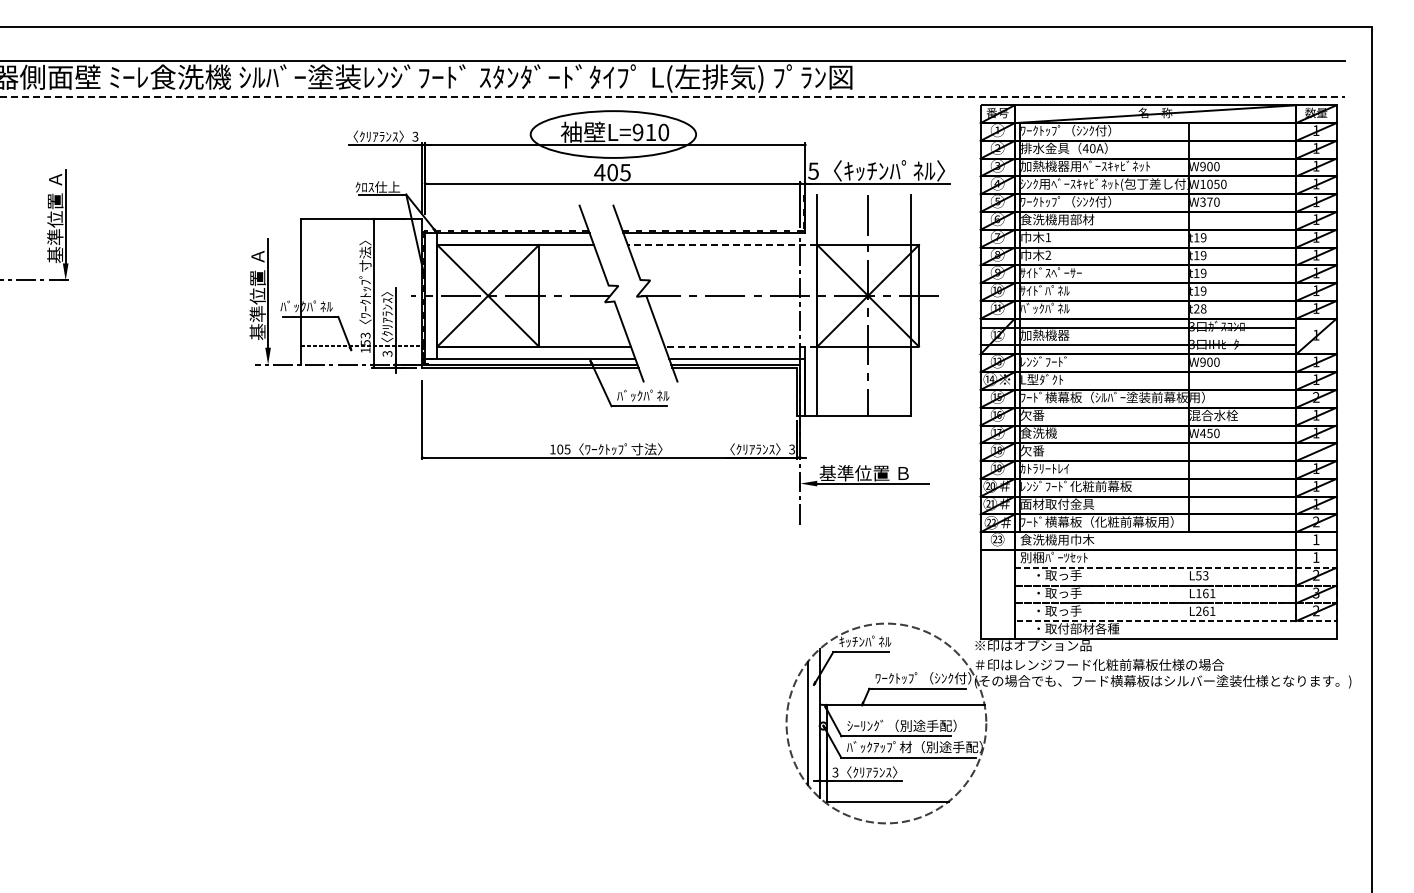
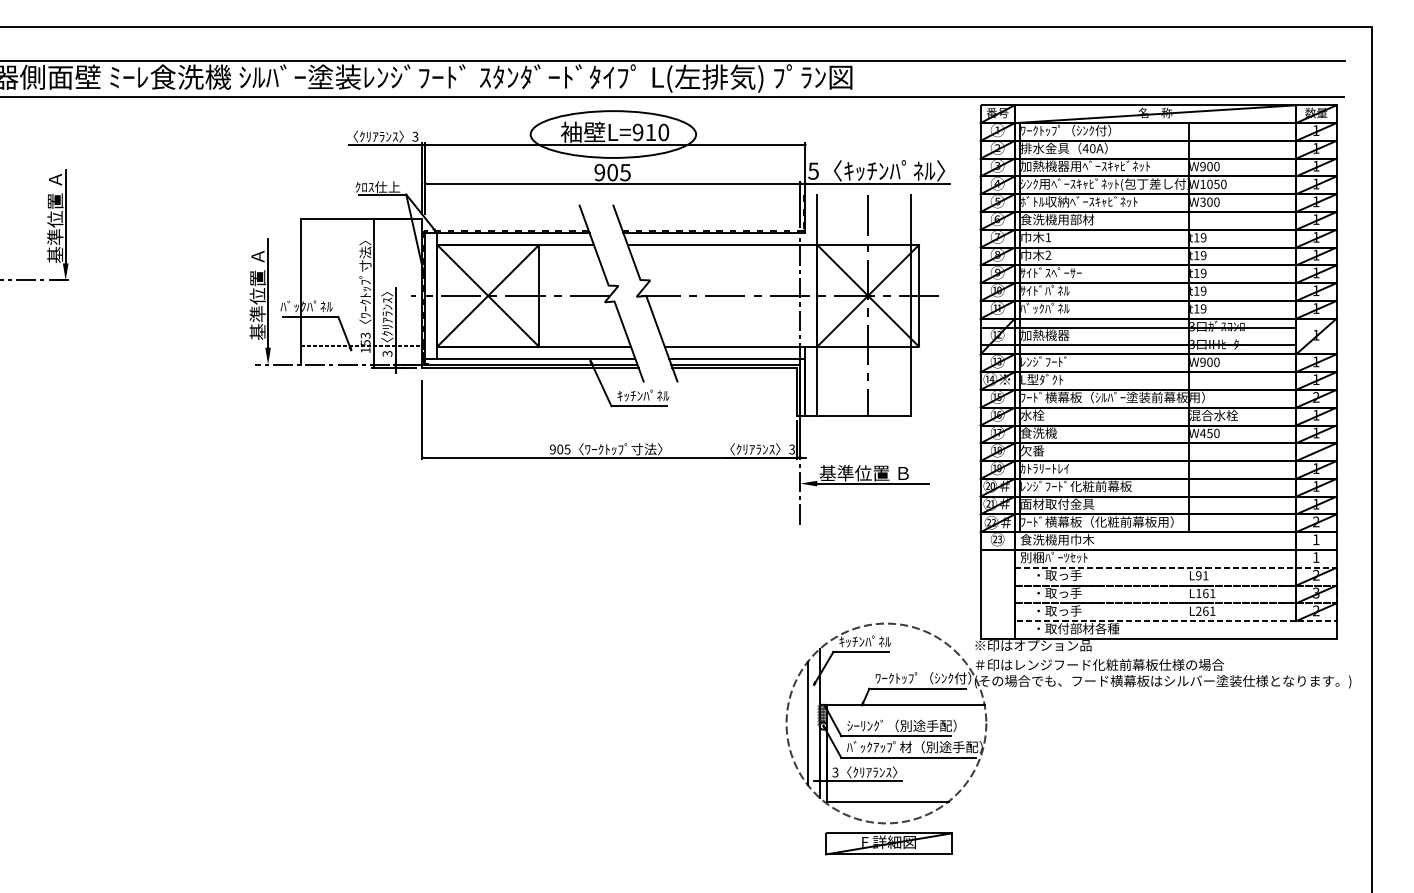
line at (673, 97): dashed -> solid
text at (599, 172): 405 -> 905
text at (1079, 201): ﾜｰｸﾄｯﾌﾟ（ｼﾝｸ付） -> ﾎﾞﾄﾙ収納ﾍﾞｰｽｷｬﾋﾞﾈｯﾄ
text at (1209, 201): W370 -> W300
line at (722, 245): dashed -> solid
text at (1200, 308): t28 -> t19
line at (740, 346): dashed -> solid
text at (629, 395): ﾊﾞｯｸﾊﾟﾈﾙ -> ｷｯﾁﾝﾊﾟﾈﾙ
text at (1032, 414): 欠番 -> 水栓
text at (552, 449): 105 -> 905
text at (1202, 575): L53 -> L91
hatch at (821, 715): none -> present
part at (888, 843): none -> present
